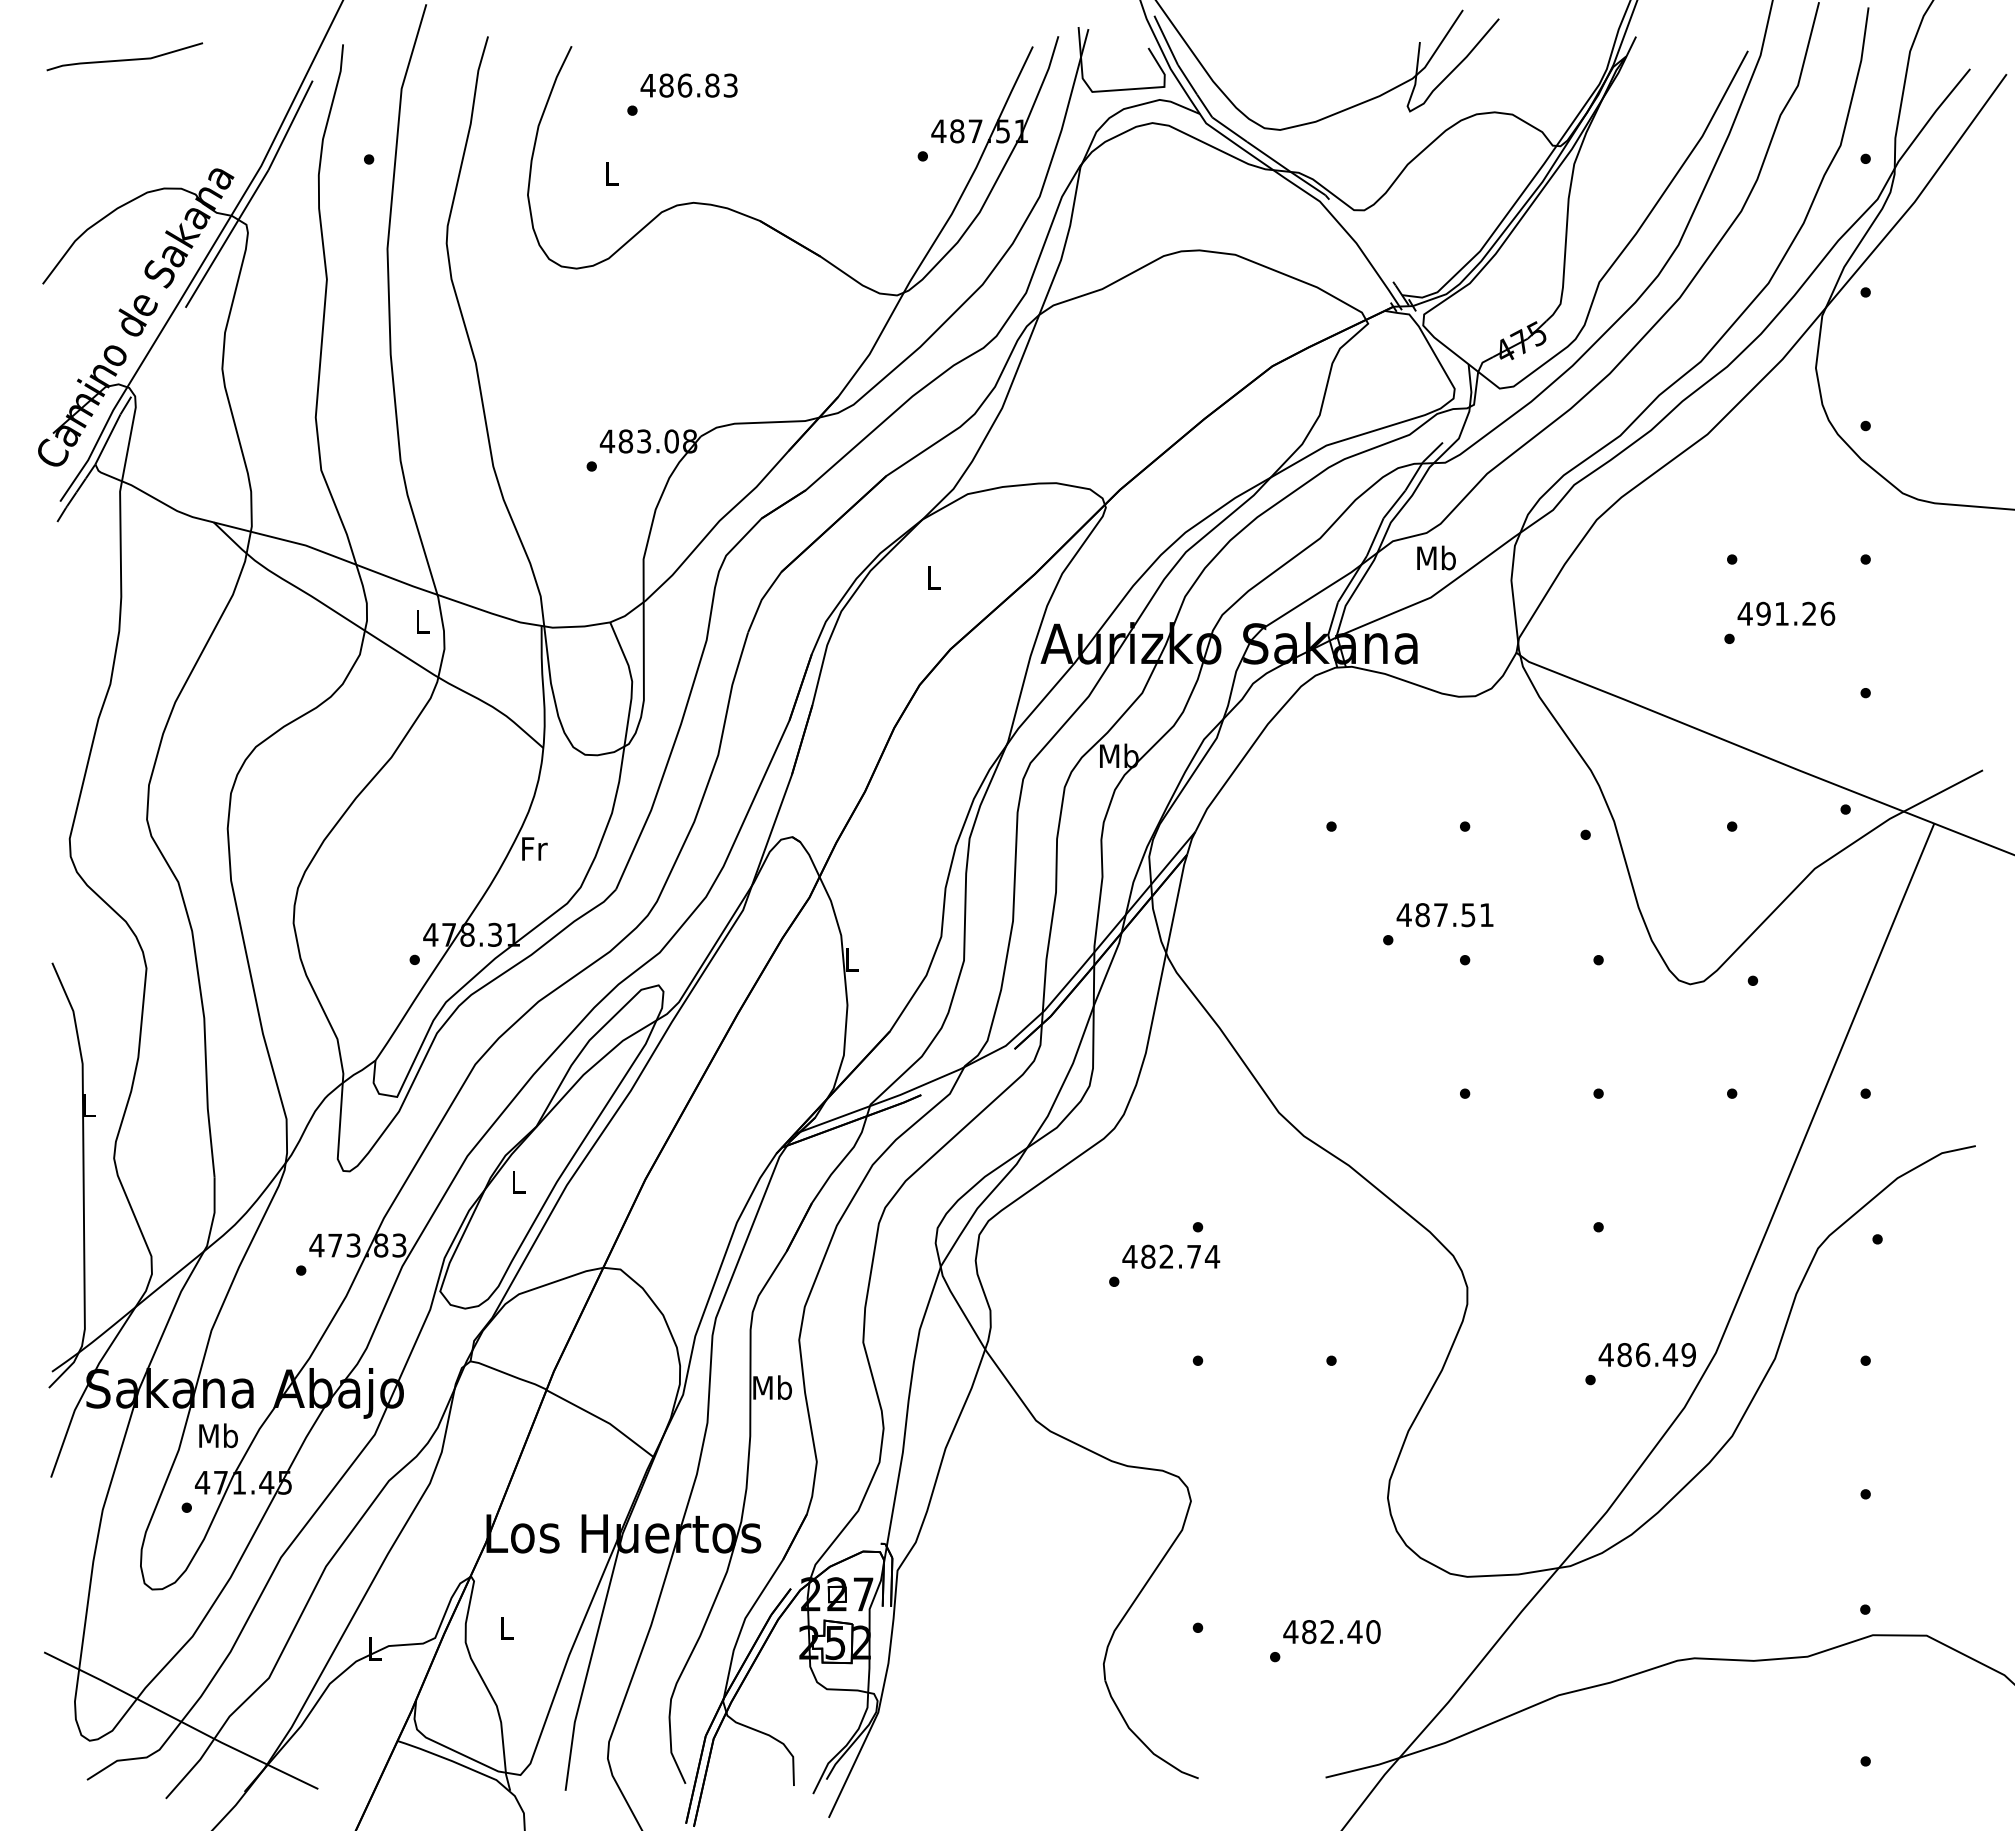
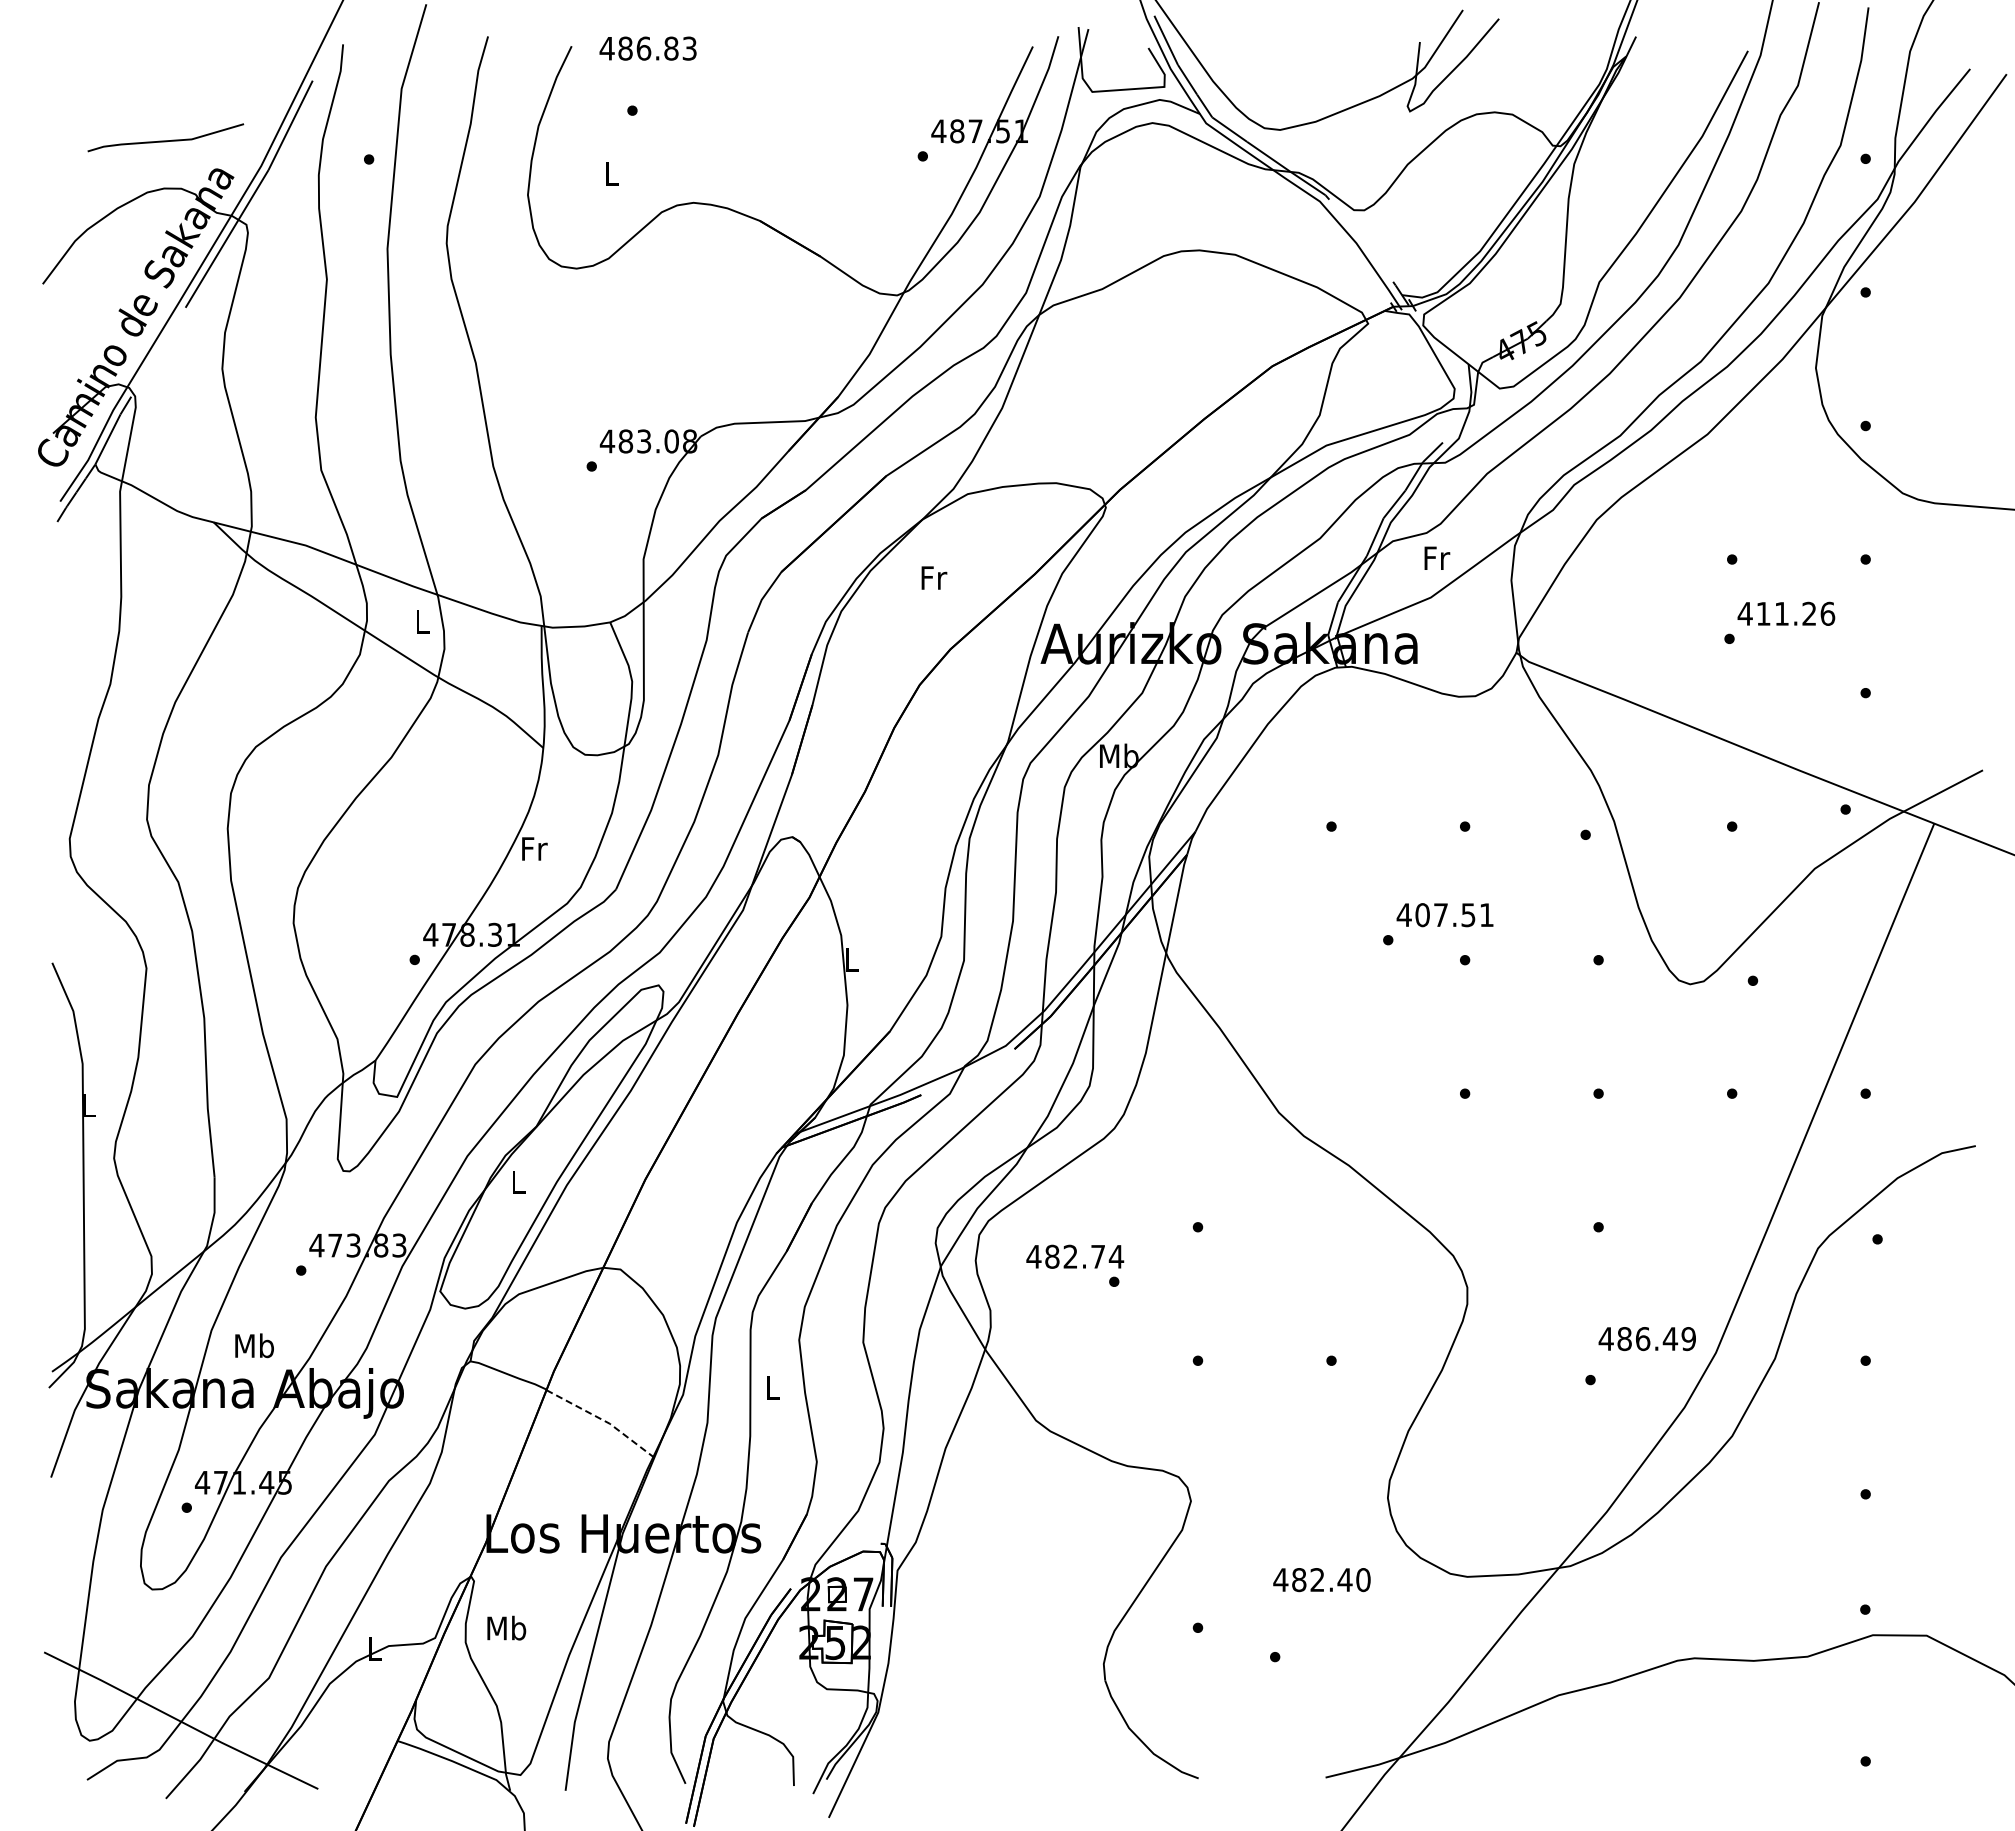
line at (124, 59) position: (124, 59) -> (165, 140)
text at (688, 85) position: (688, 85) -> (647, 48)
text at (1436, 557): Mb -> Fr
text at (934, 577): L -> Fr
text at (1763, 613): 491.26 -> 411.26
text at (1422, 914): 487.51 -> 407.51
text at (1171, 1256) position: (1171, 1256) -> (1075, 1256)
text at (1646, 1355) position: (1646, 1355) -> (1646, 1339)
text at (772, 1387): Mb -> L
line at (602, 1420): solid -> dashed
text at (218, 1435) position: (218, 1435) -> (254, 1345)
text at (506, 1627): L -> Mb
text at (1331, 1632) position: (1331, 1632) -> (1321, 1580)
